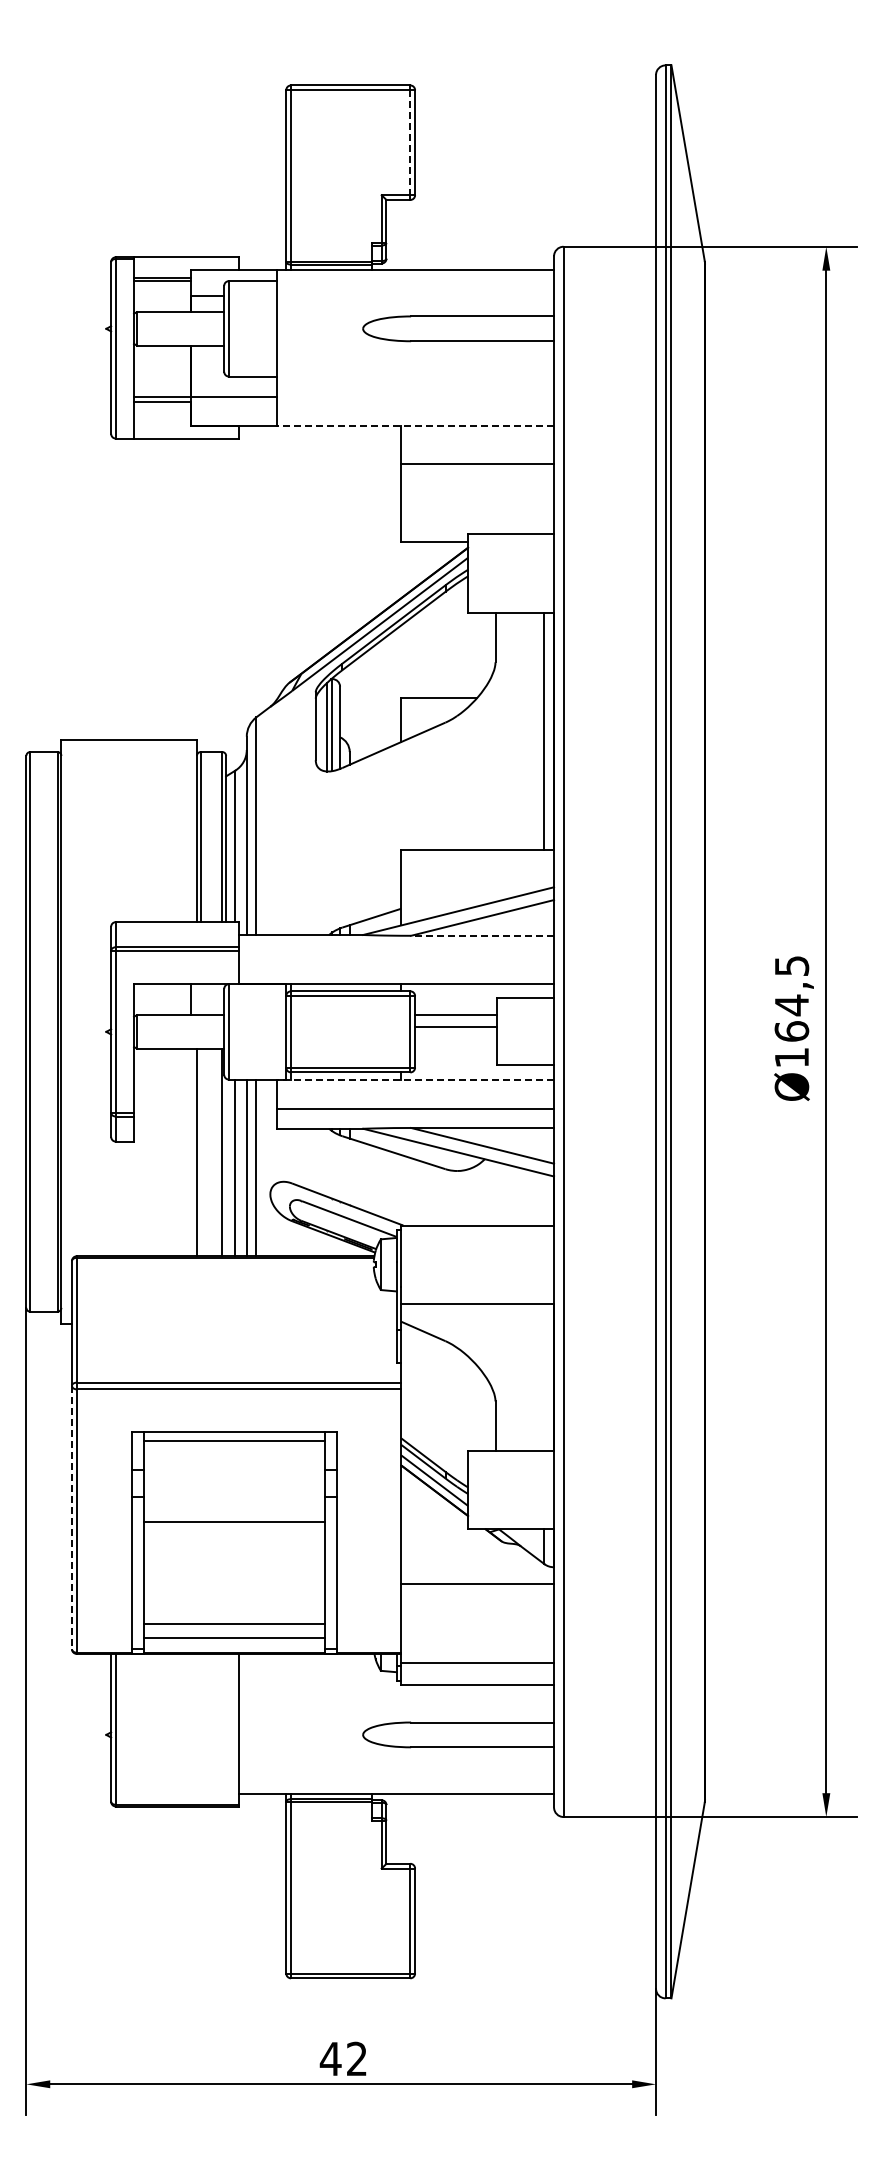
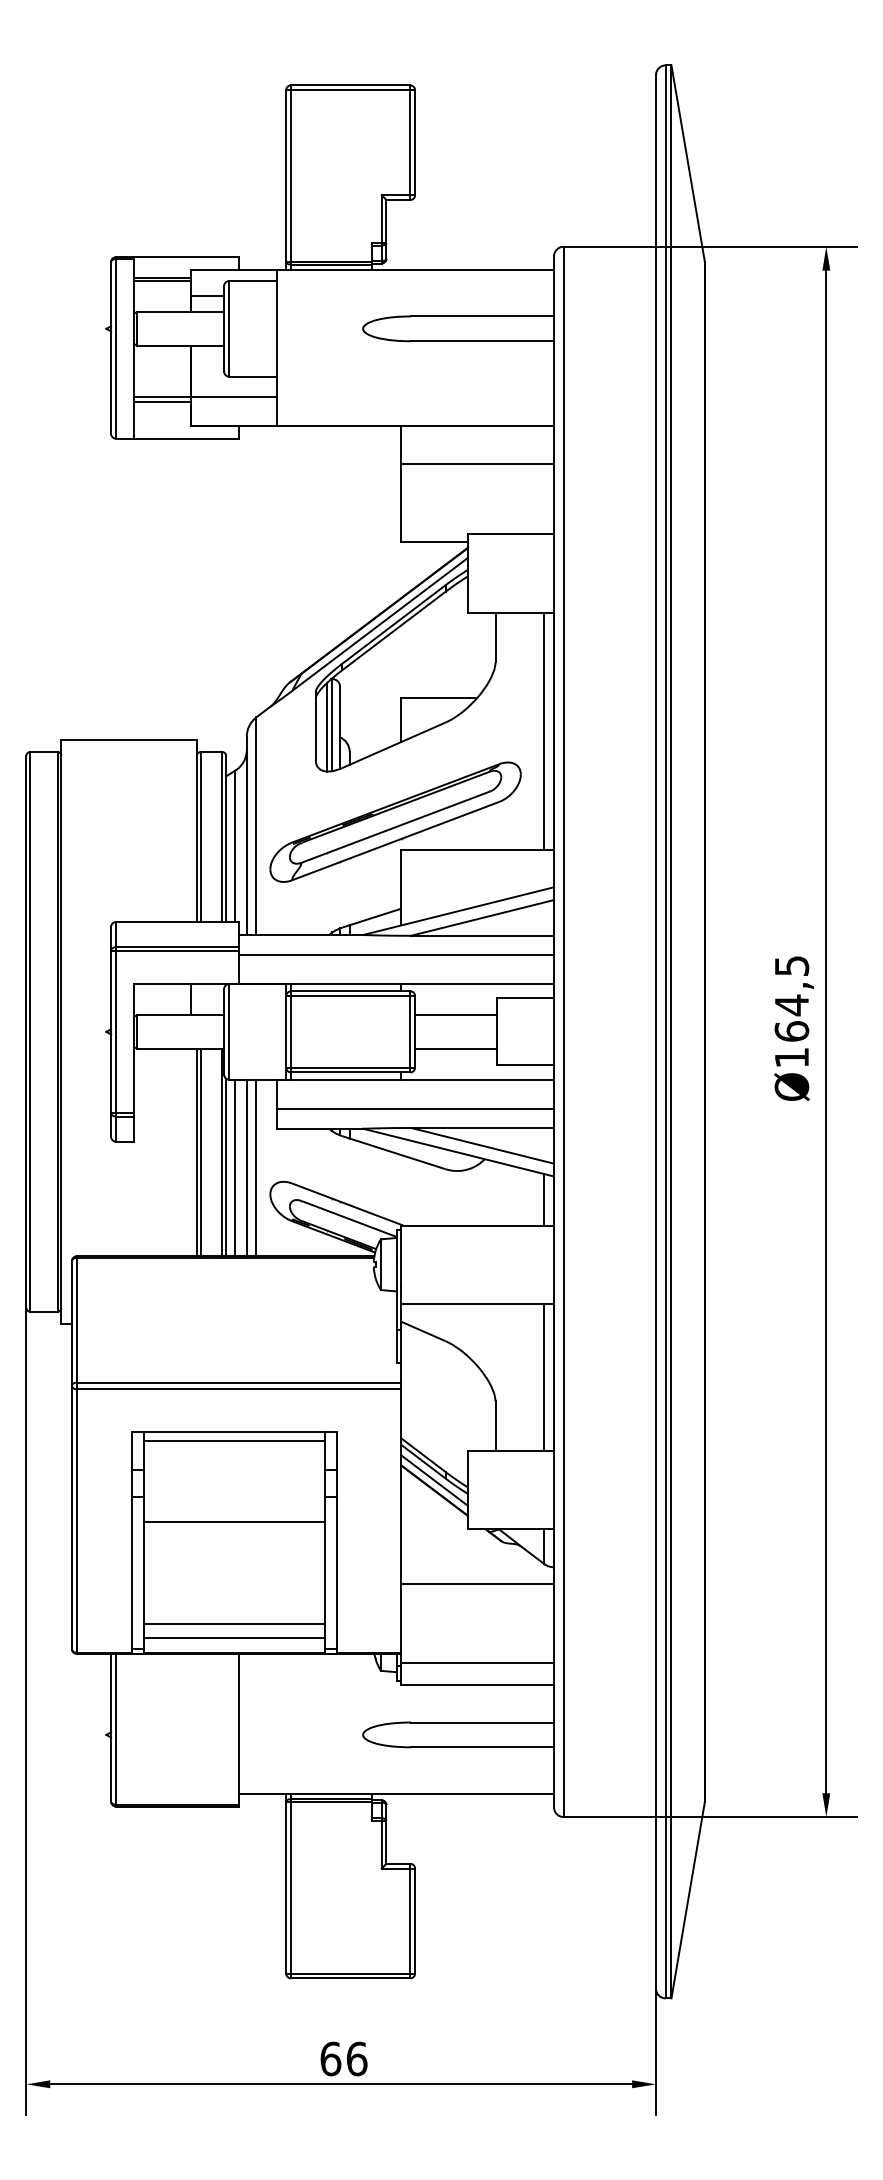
line at (410, 142): dashed -> solid
line at (415, 425): dashed -> solid
part at (395, 821): none -> present
line at (482, 935): dashed -> solid
line at (396, 955): none -> present
line at (455, 1026) position: (455, 1026) -> (455, 1048)
line at (415, 1079): dashed -> solid
line at (200, 1152): none -> present
line at (226, 1167): none -> present
line at (544, 1199): none -> present
line at (544, 1377): none -> present
line at (72, 1517): dashed -> solid
text at (343, 2058): 42 -> 66
